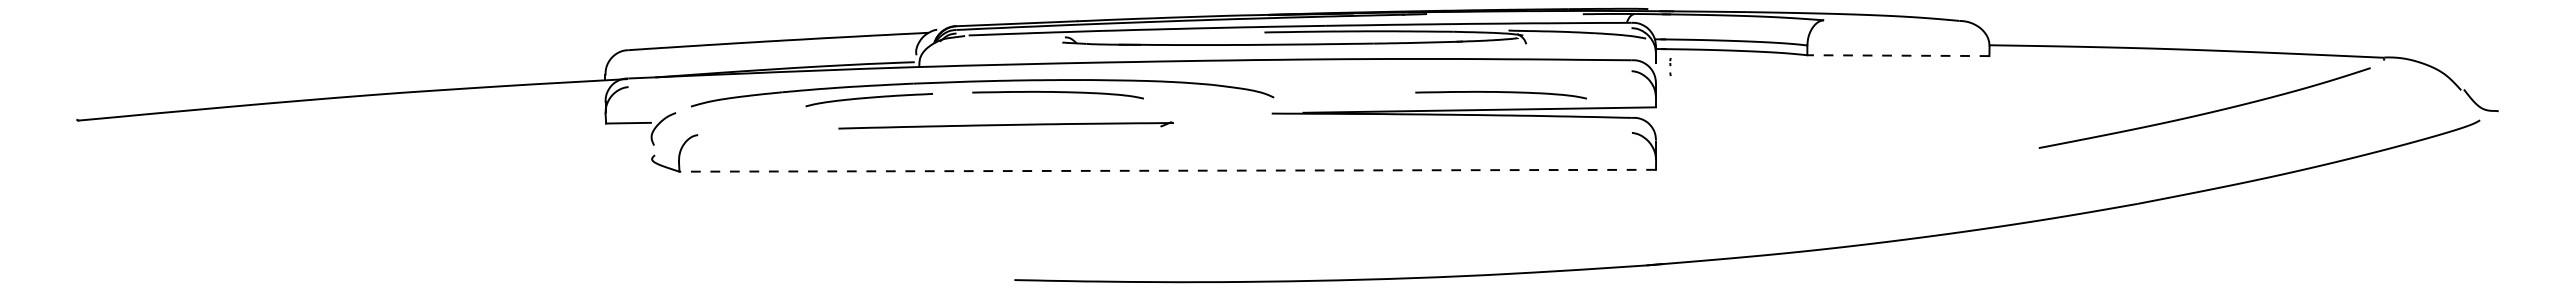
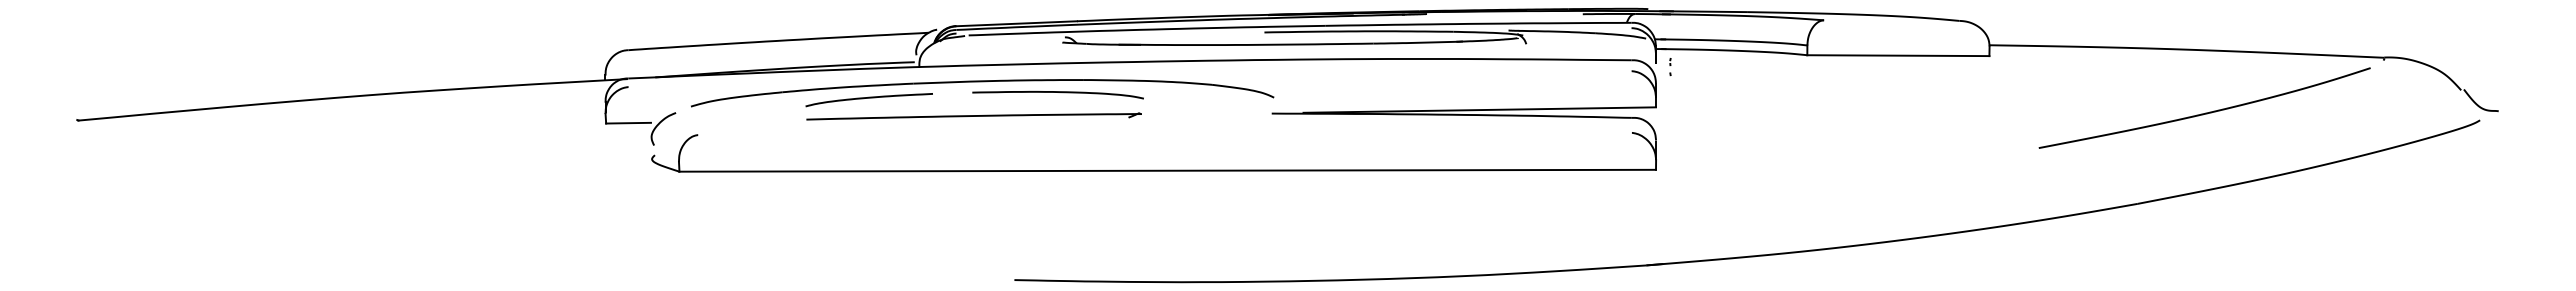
line at (1897, 55): dashed -> solid
curve at (1500, 92): present -> none
part at (1005, 125) position: (1005, 125) -> (973, 116)
line at (1167, 170): dashed -> solid
